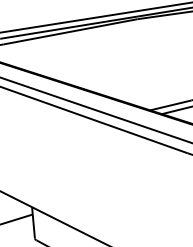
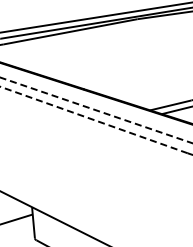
line at (96, 110): solid -> dashed
line at (93, 119): solid -> dashed
